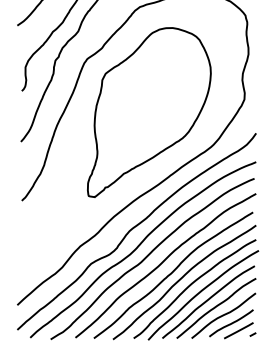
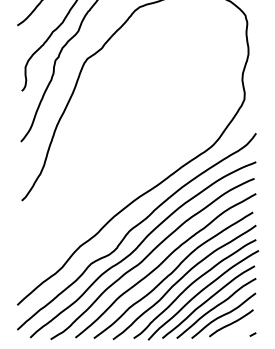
part at (149, 112): present -> none
line at (238, 330): present -> none
